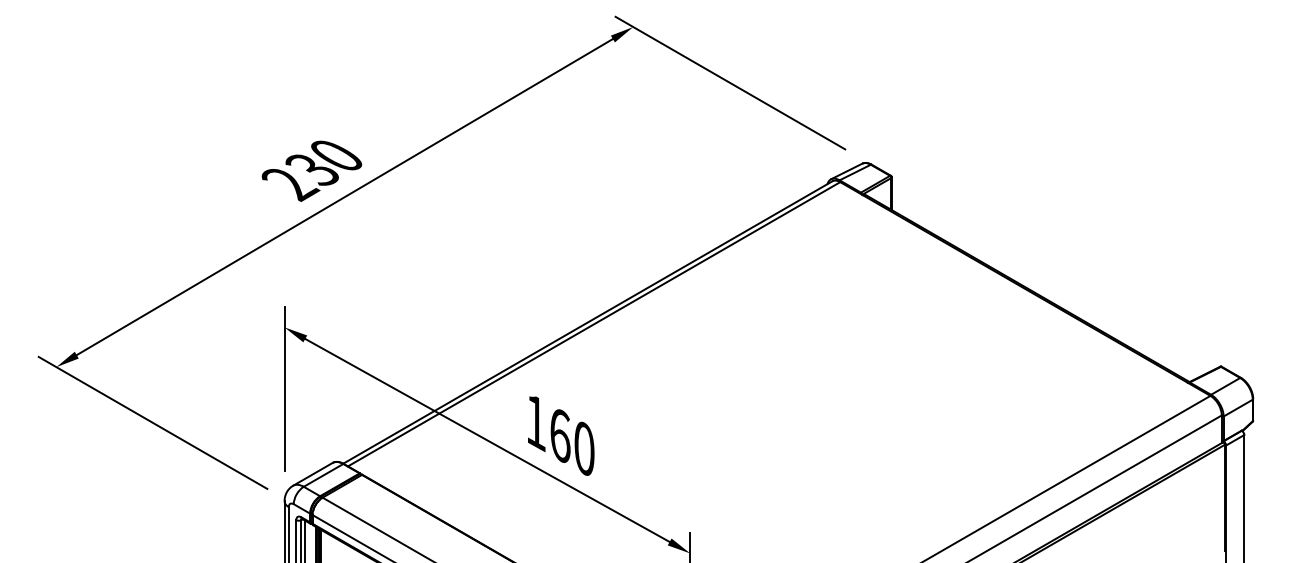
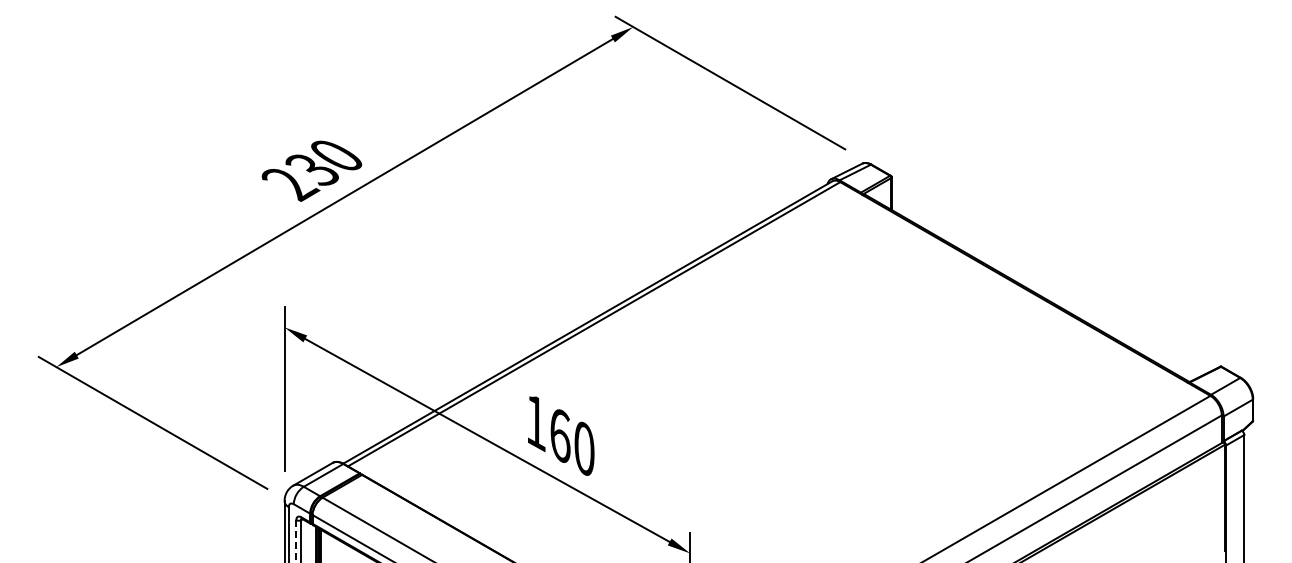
line at (305, 539): present -> none
line at (296, 541): solid -> dashed
